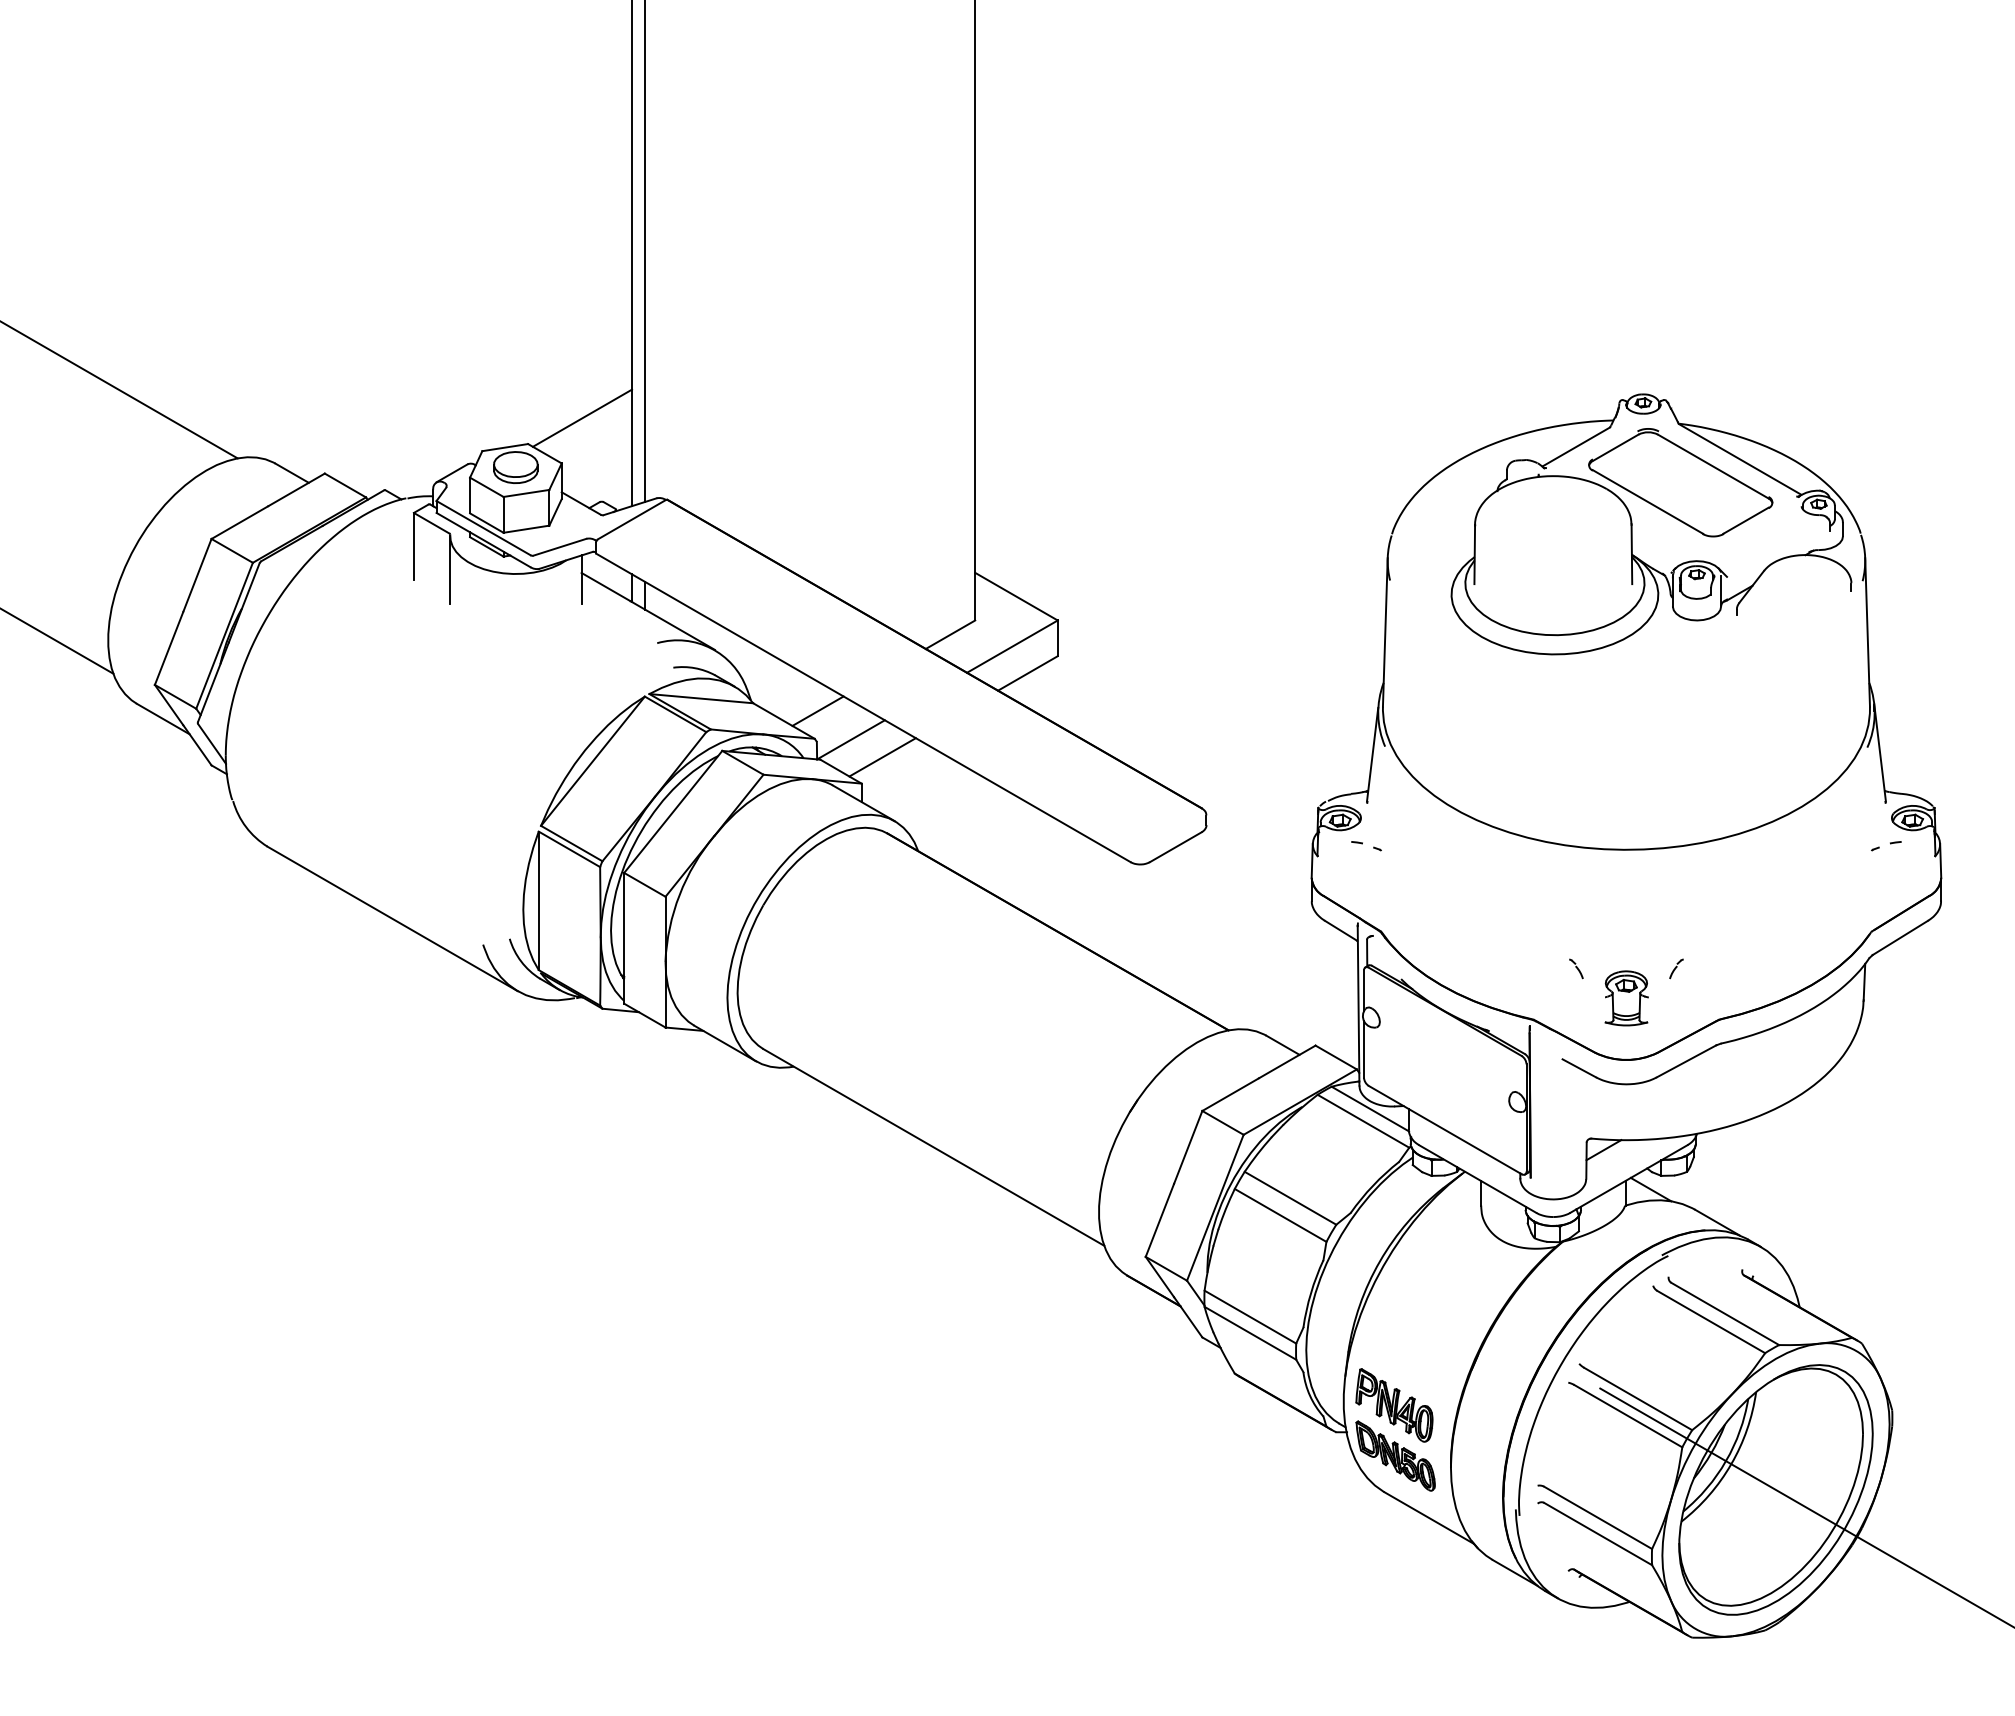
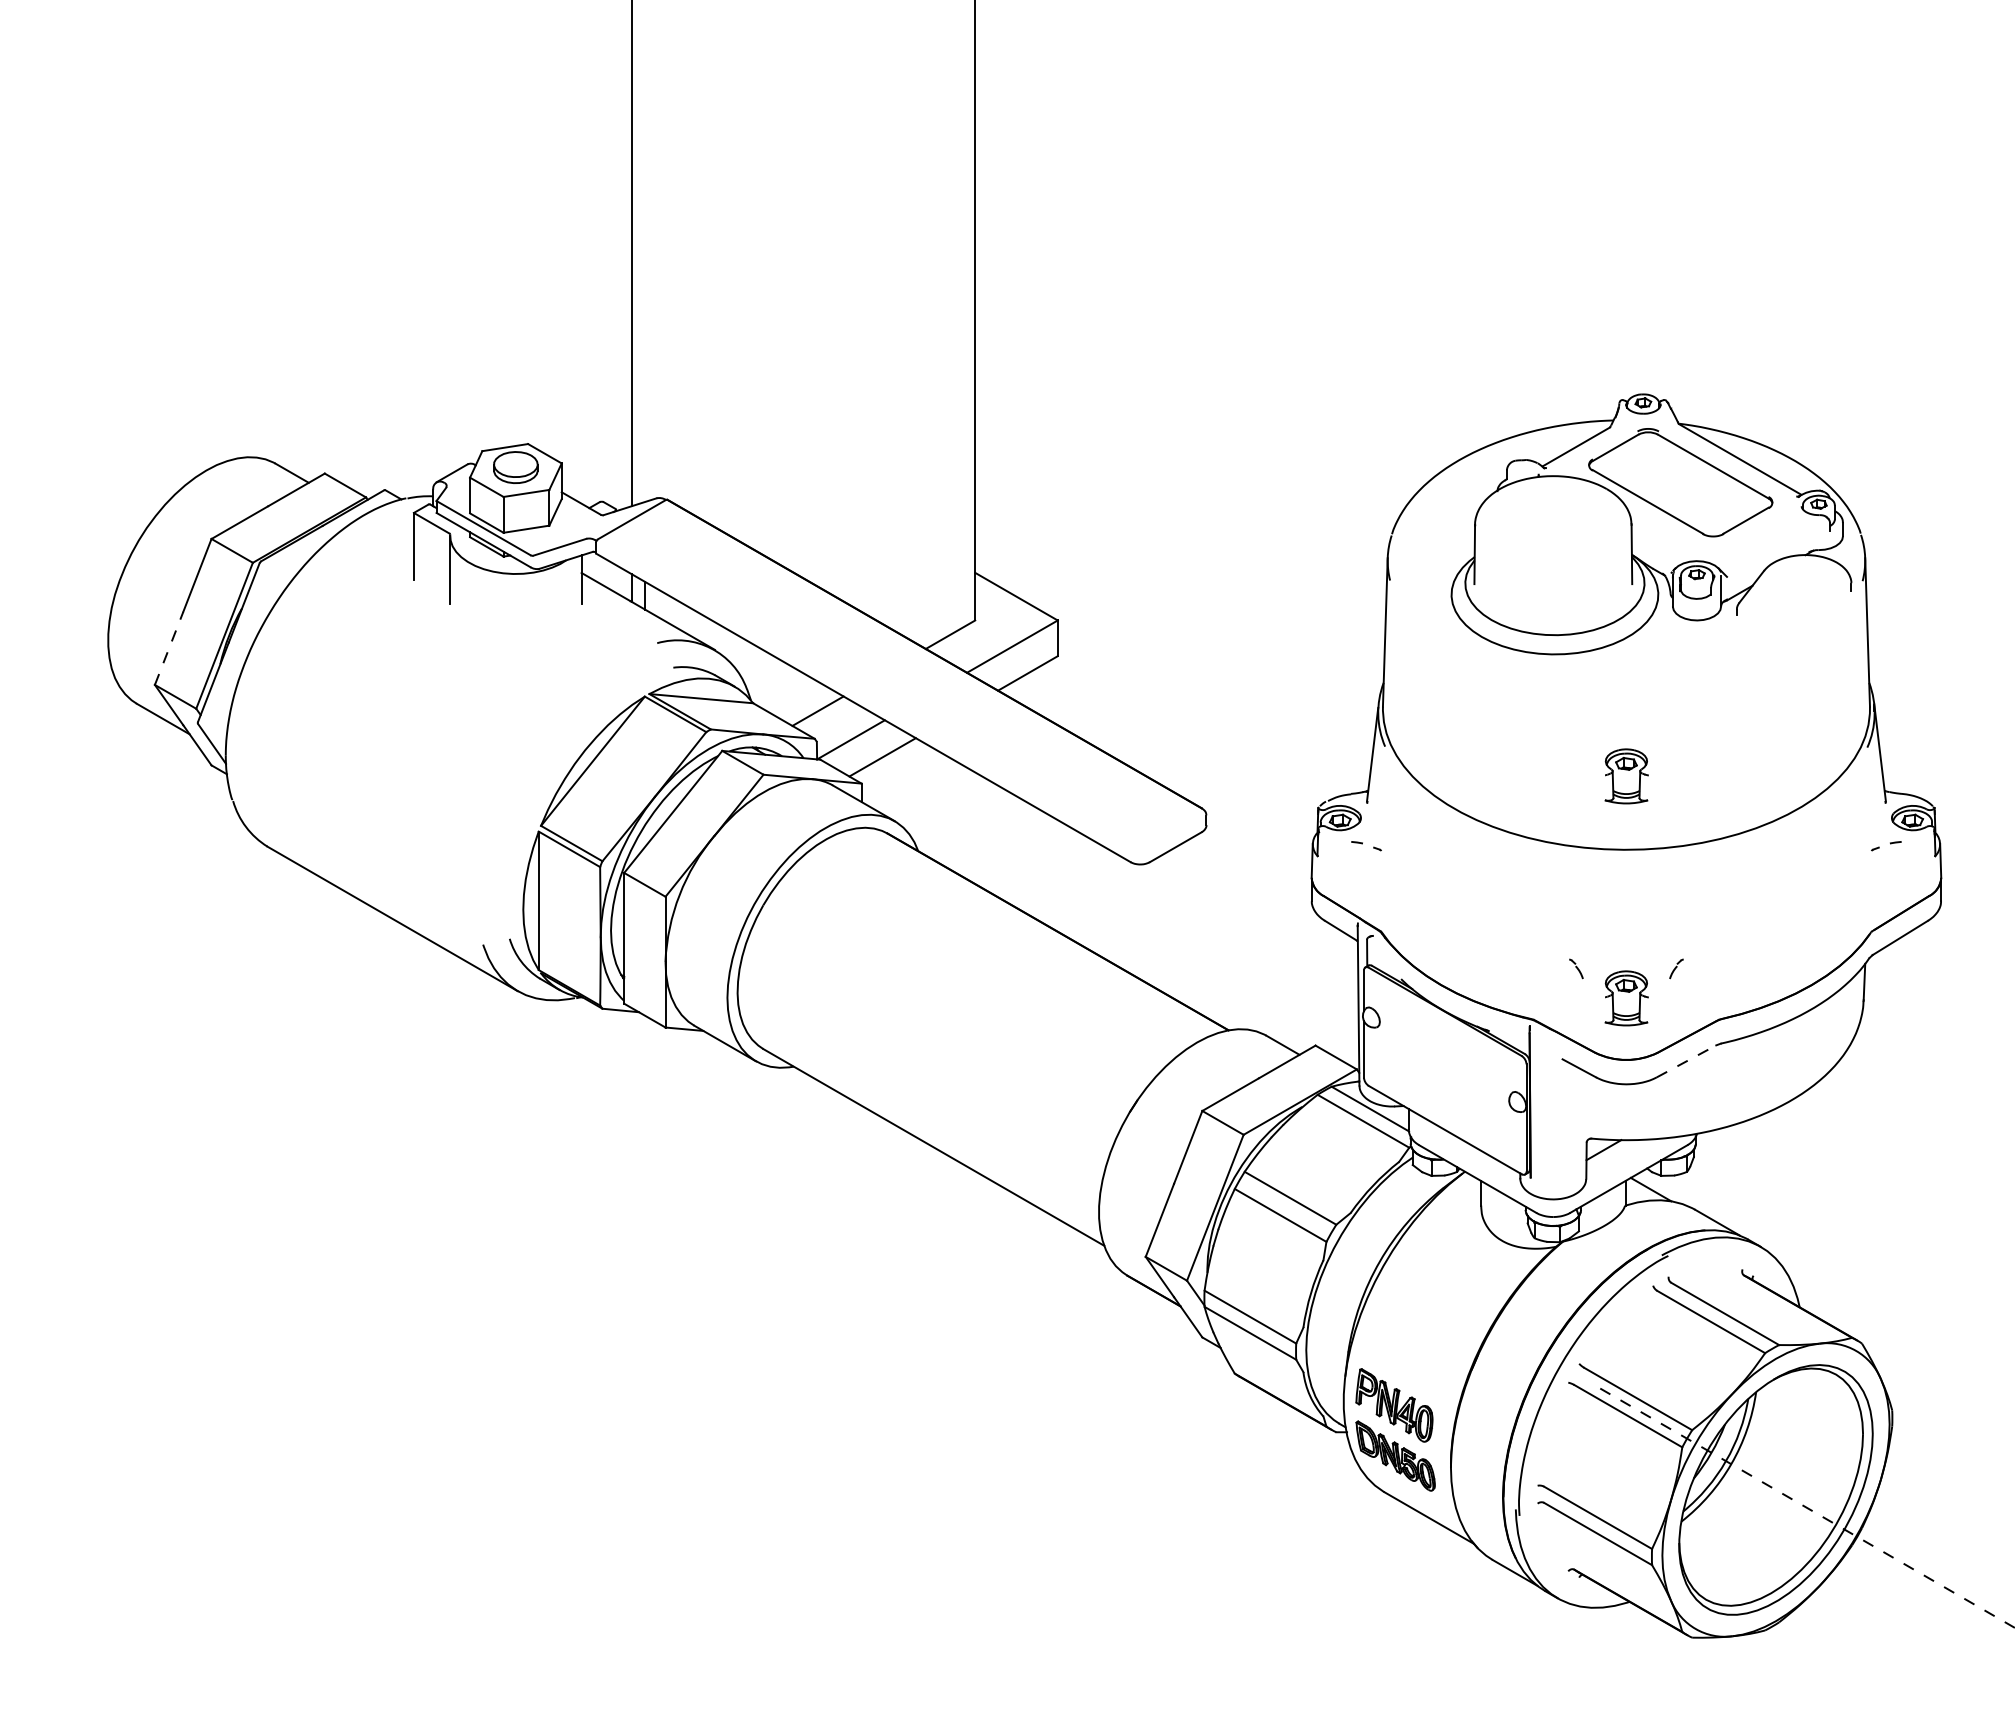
line at (644, 252): present -> none
line at (119, 390): present -> none
line at (582, 417): present -> none
line at (57, 641): present -> none
line at (169, 647): solid -> dashed
part at (1626, 776): none -> present
line at (1686, 1061): solid -> dashed
line at (1807, 1508): solid -> dashed
